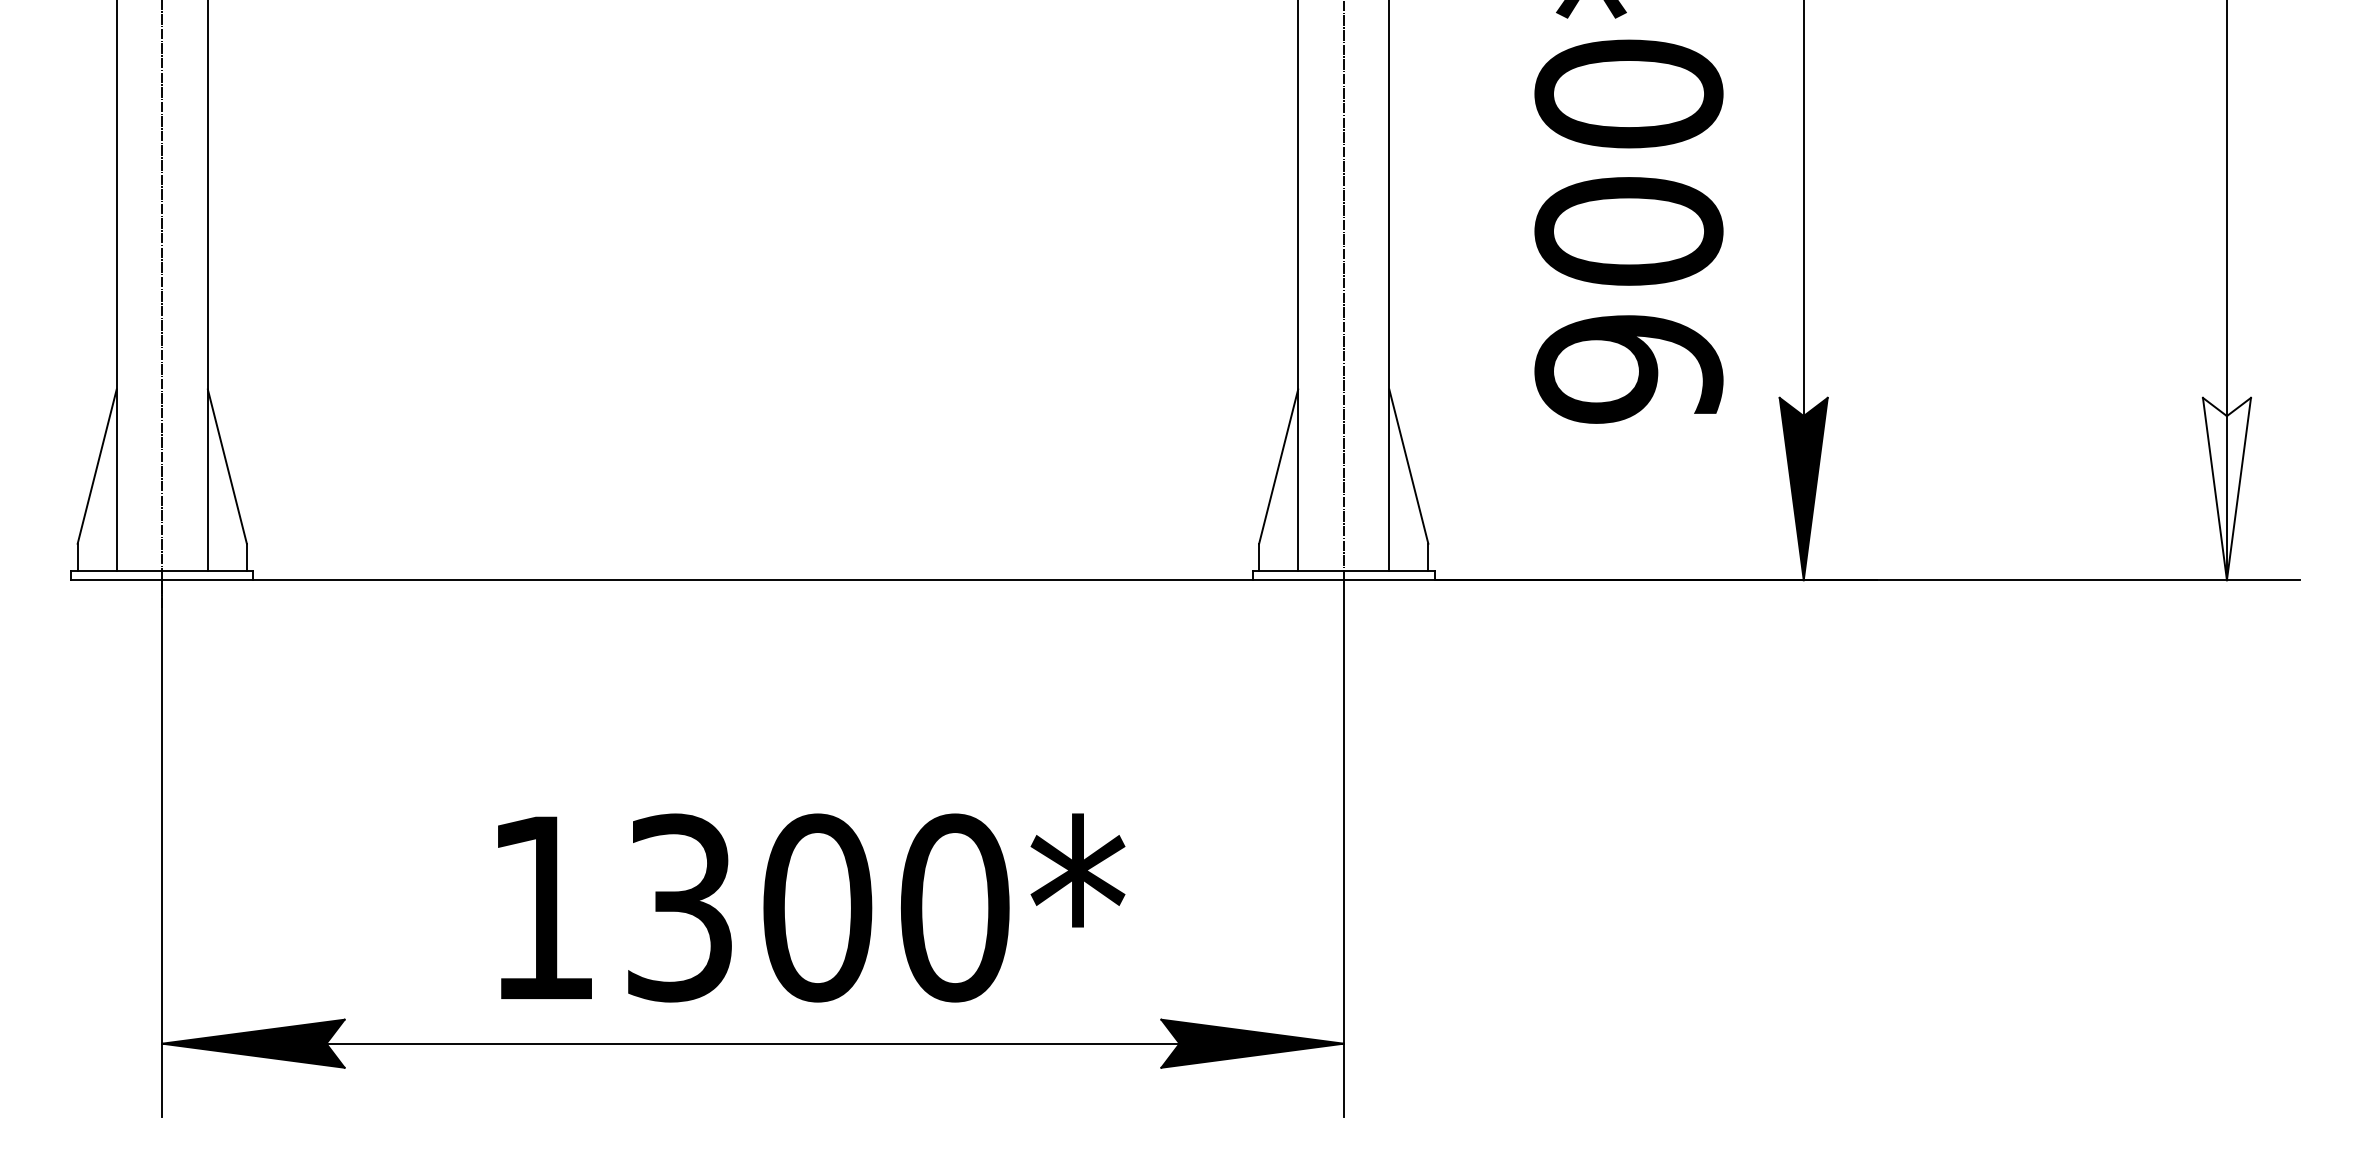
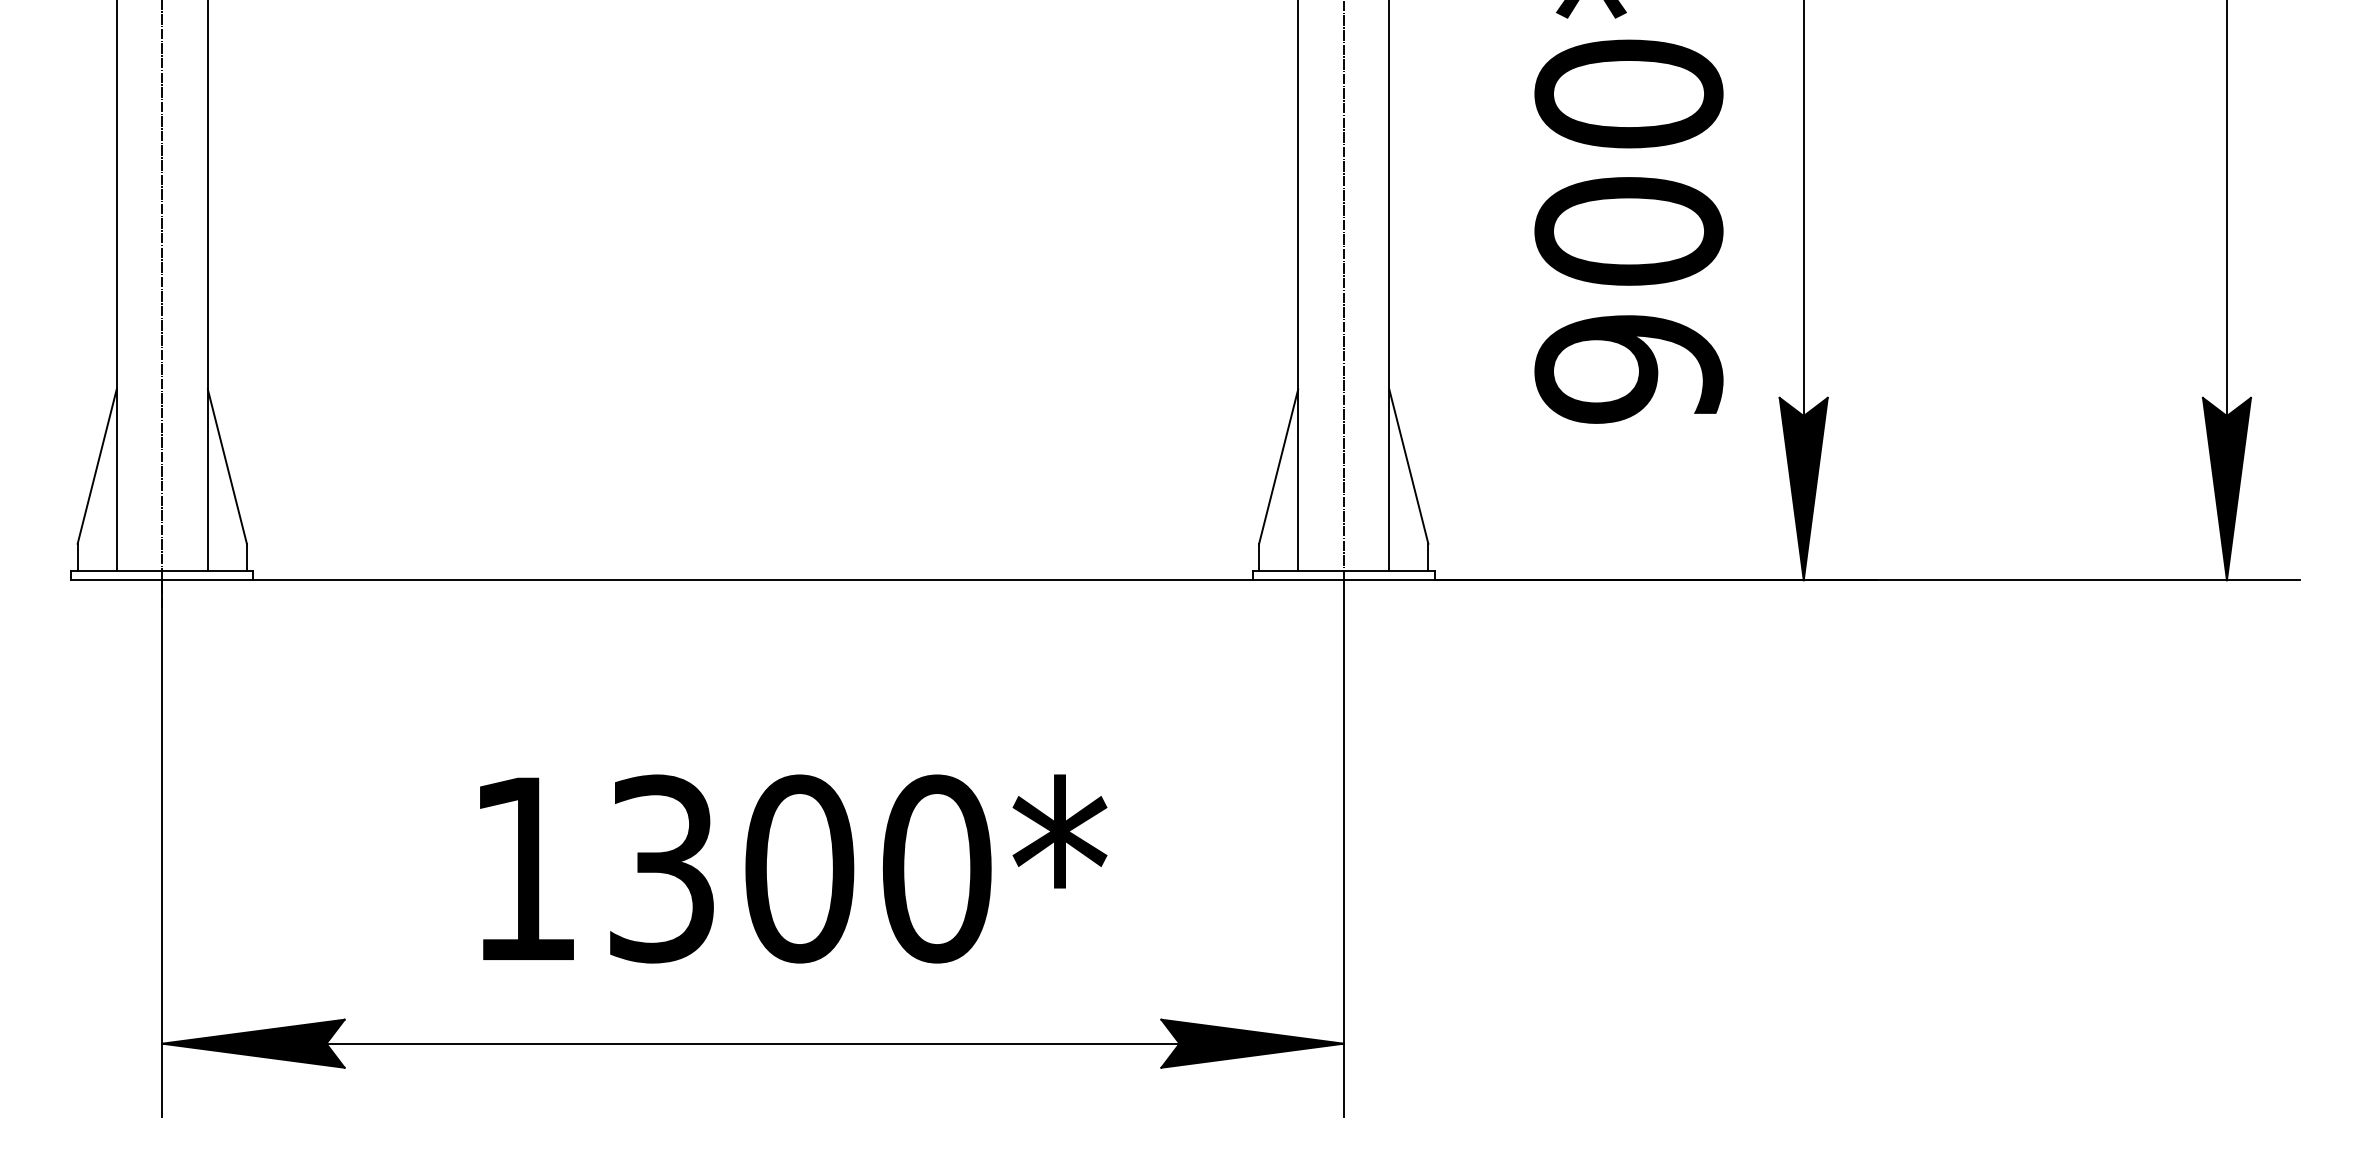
fill at (2226, 488): none -> present
text at (811, 907) position: (811, 907) -> (793, 868)
